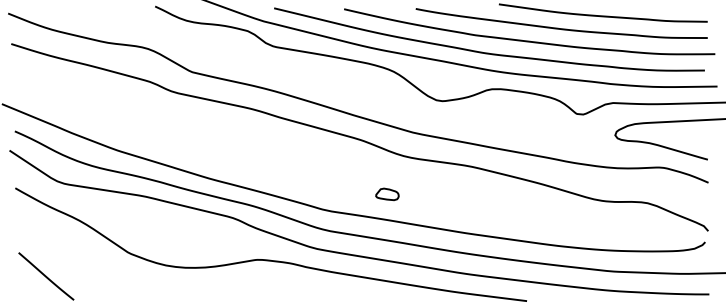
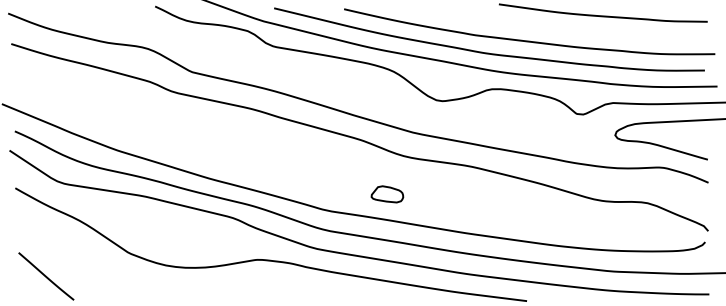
curve at (558, 27): present -> none
part at (387, 194) size: 25x15 px -> 35x19 px
